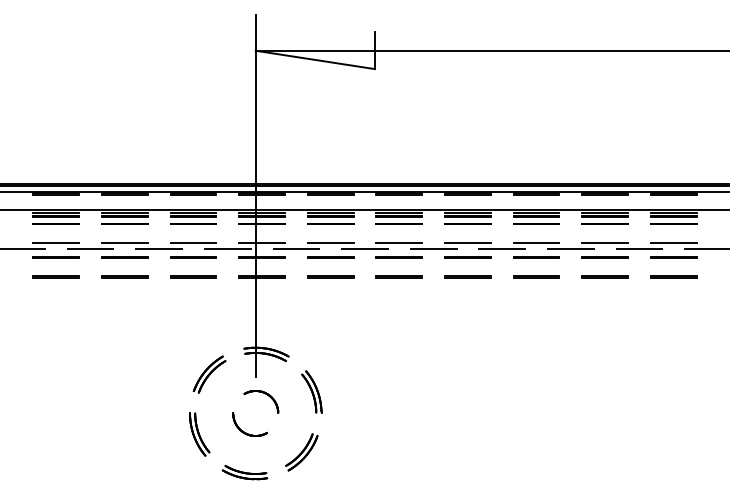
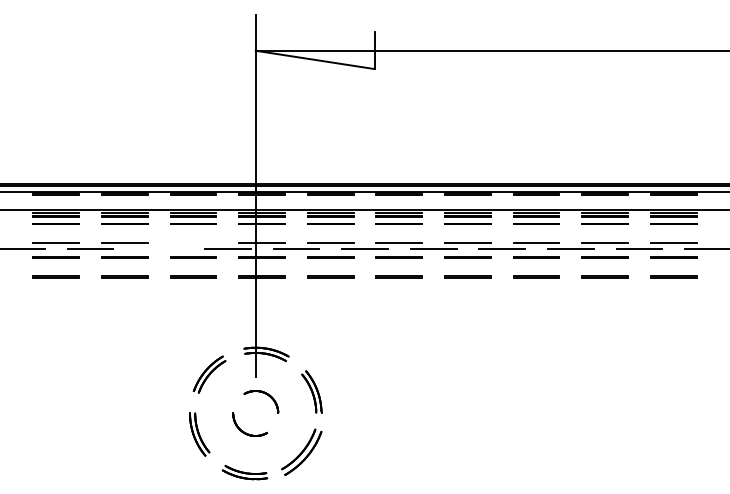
line at (193, 243): present -> none
line at (159, 248): present -> none
part at (301, 452) size: 34x39 px -> 42x48 px
